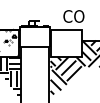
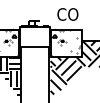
text at (73, 16) position: (73, 16) -> (67, 14)
hatch at (65, 42): none -> present
